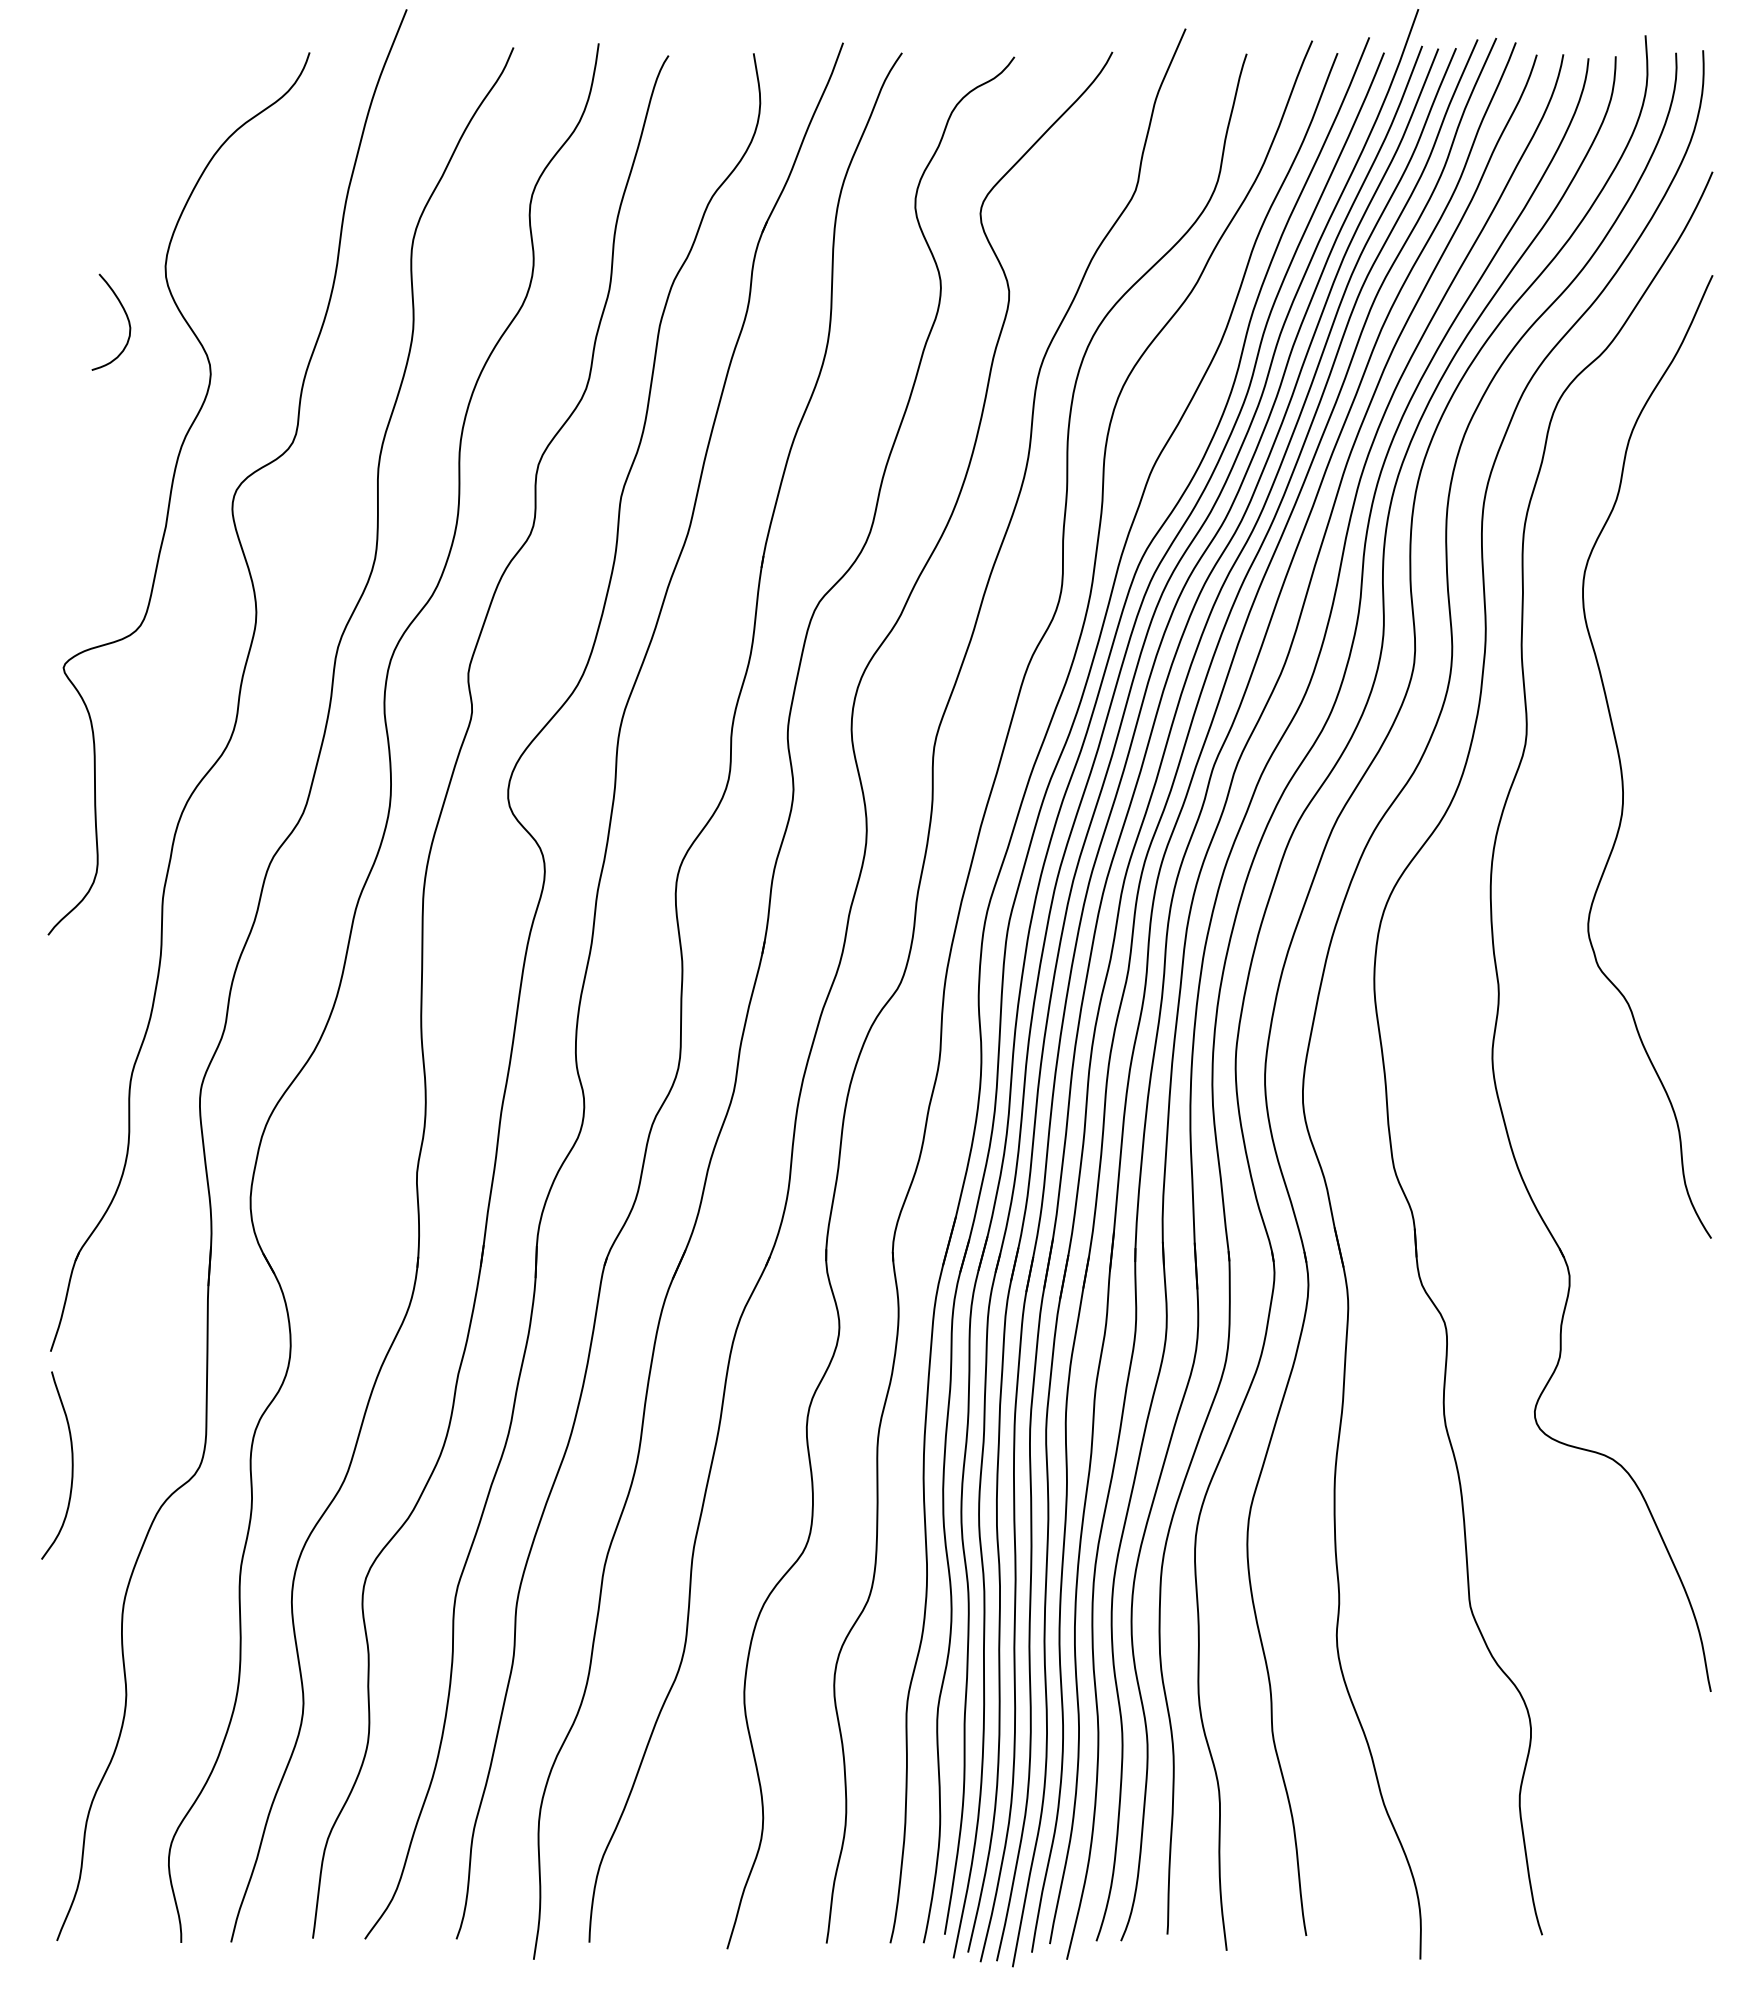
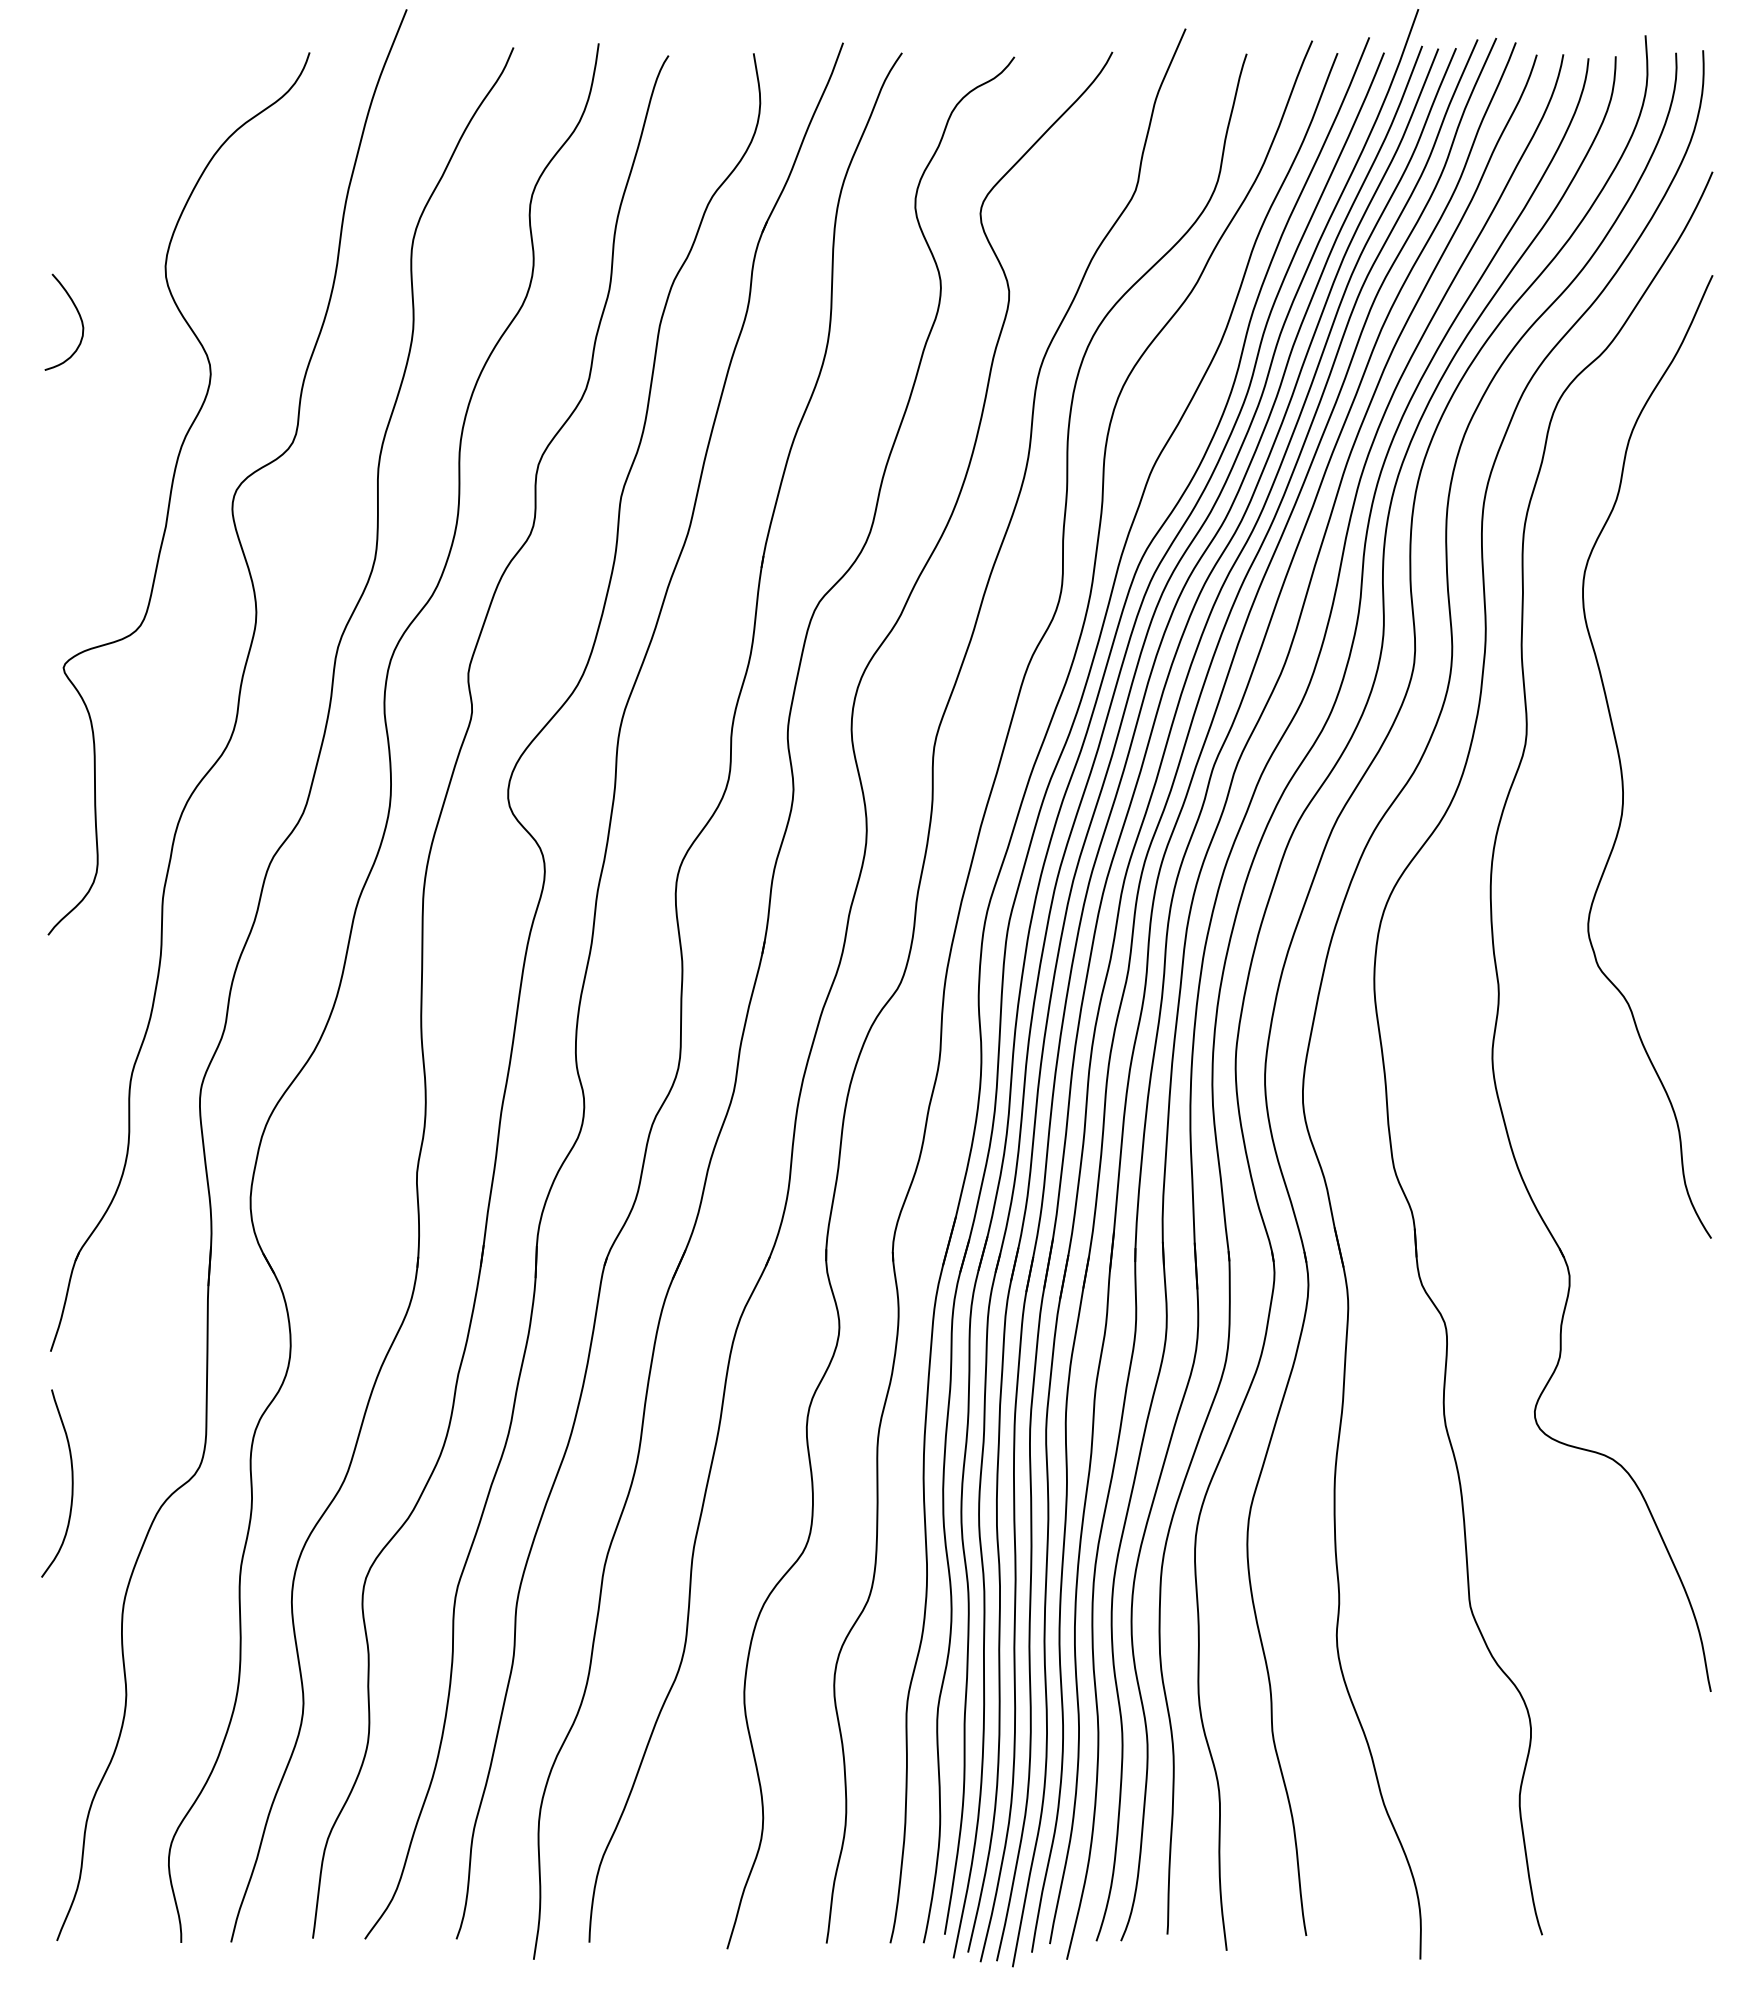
curve at (126, 317) position: (126, 317) -> (79, 317)
curve at (71, 1465) position: (71, 1465) -> (71, 1483)
